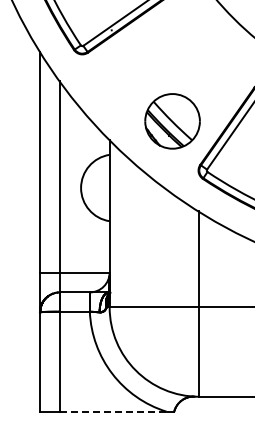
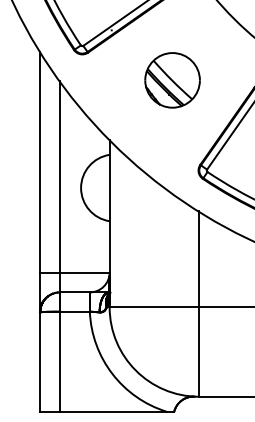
part at (172, 121) position: (172, 121) -> (172, 80)
line at (113, 411): dashed -> solid
